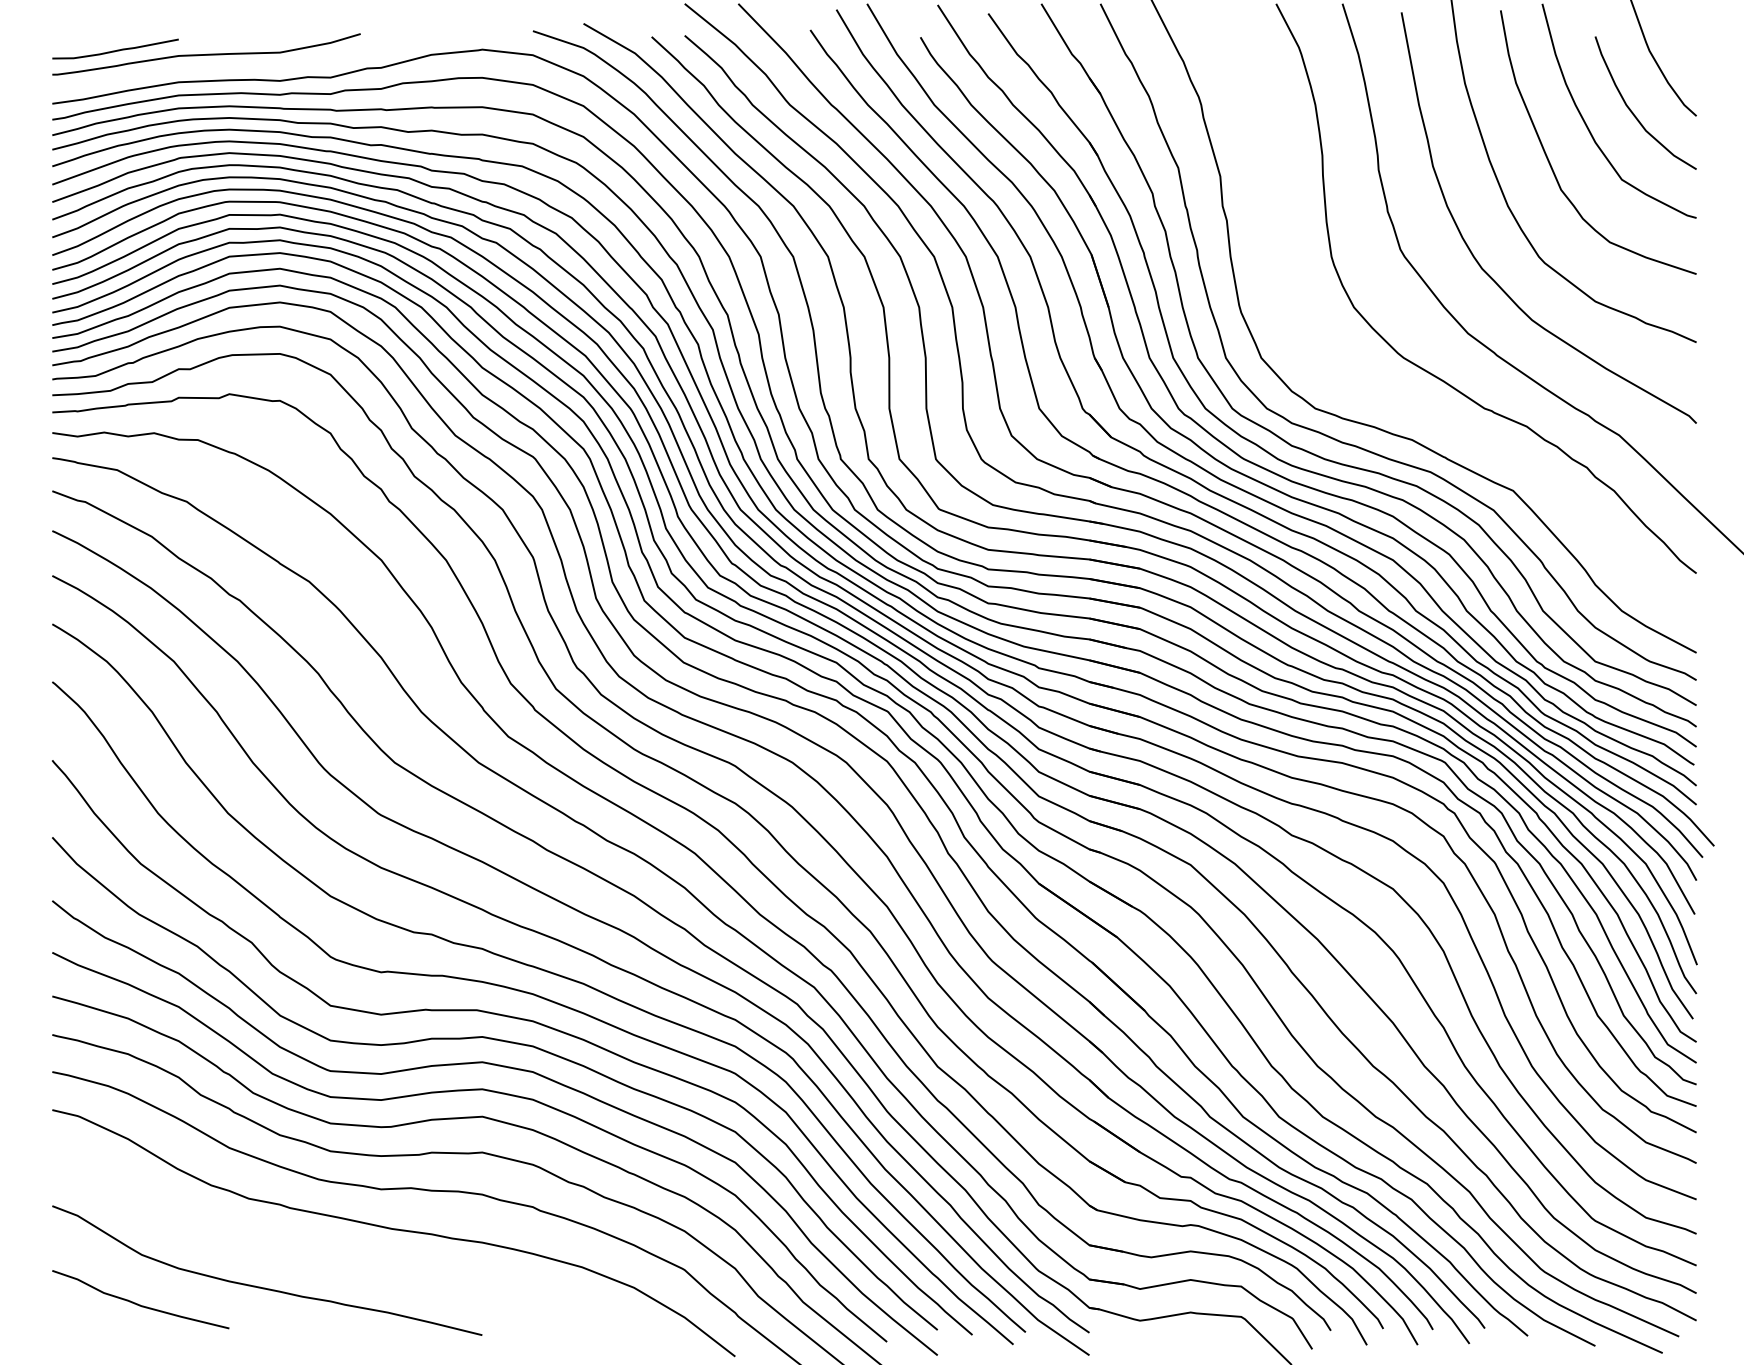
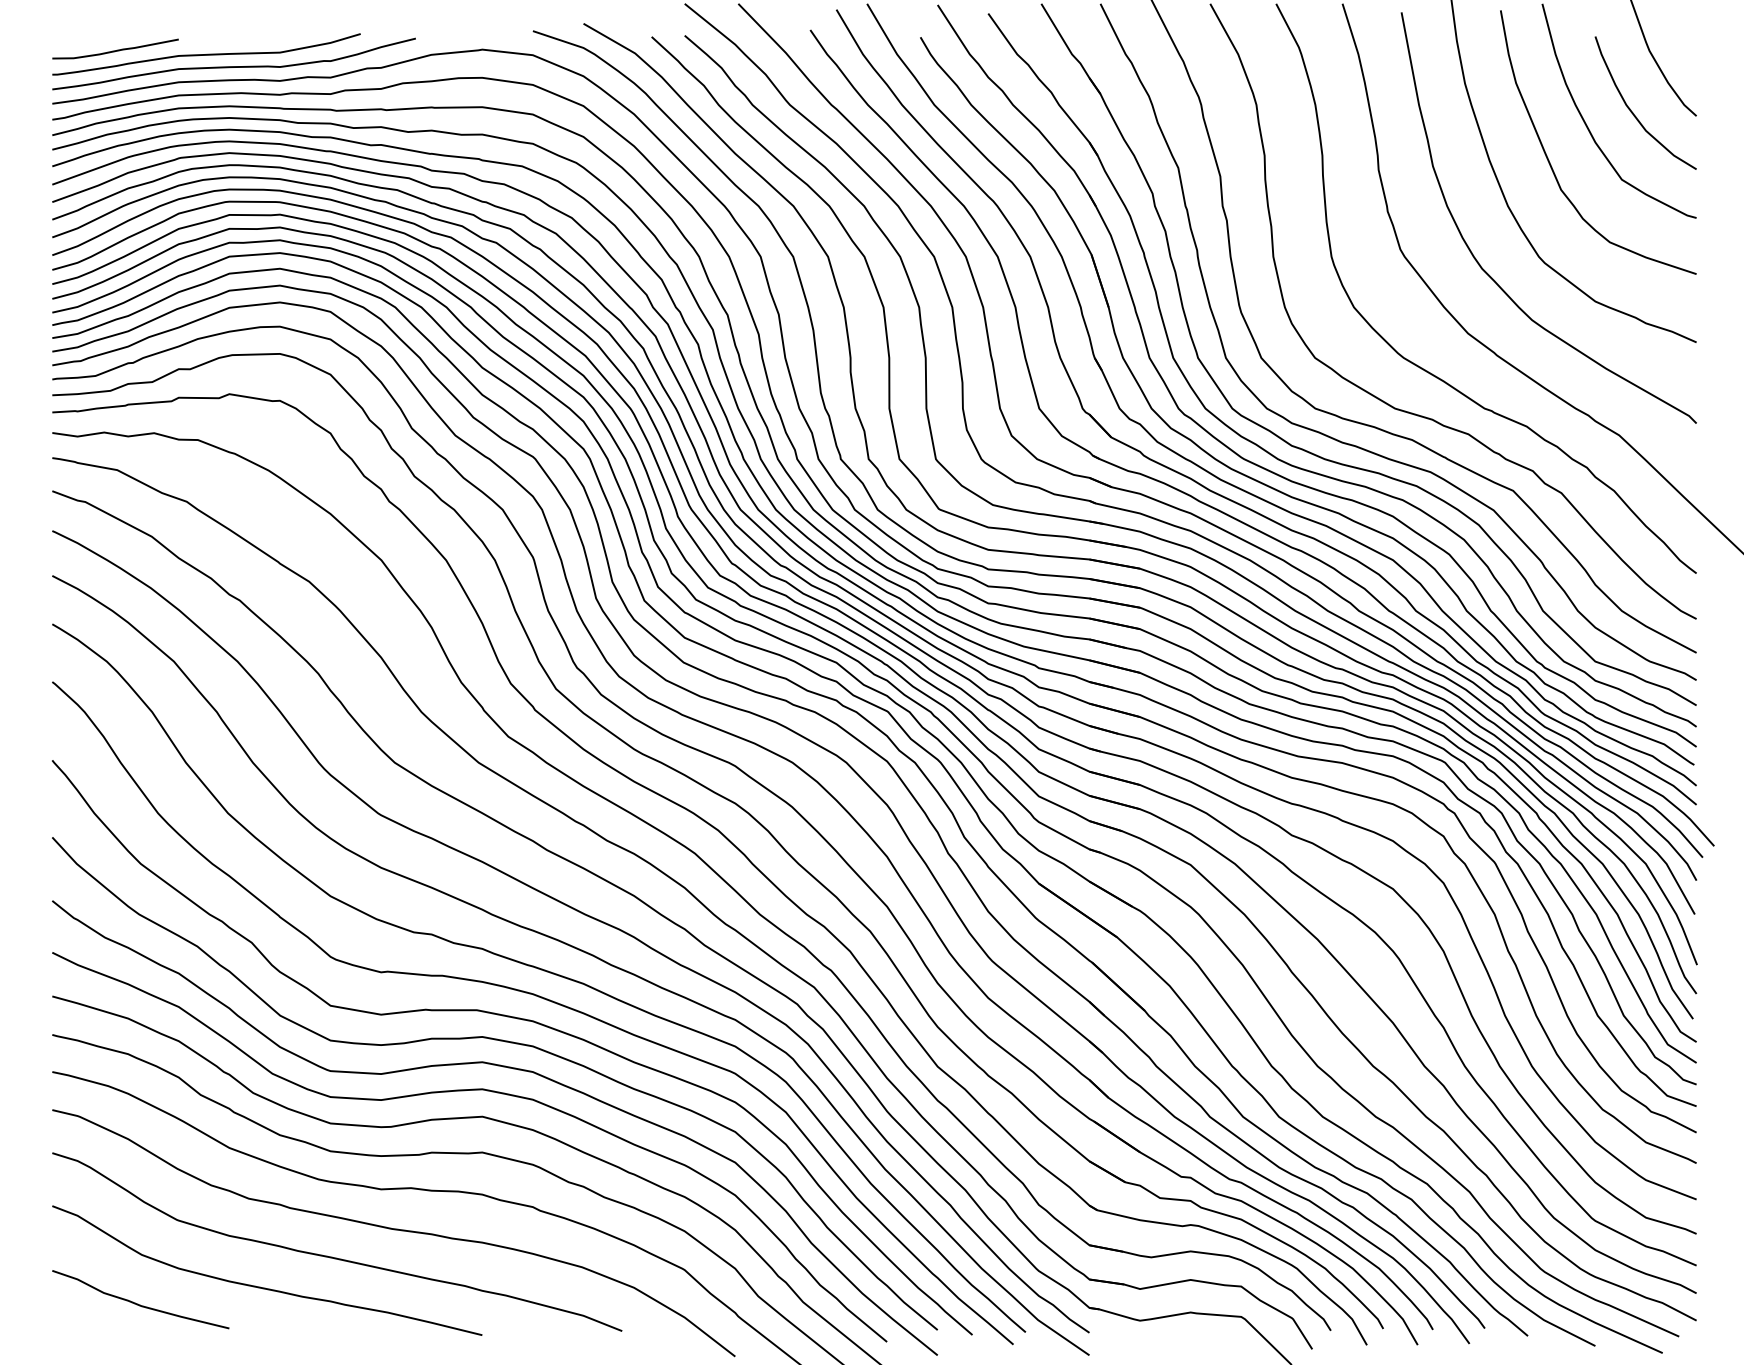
curve at (233, 66): none -> present
curve at (1419, 414): none -> present
curve at (332, 1256): none -> present
